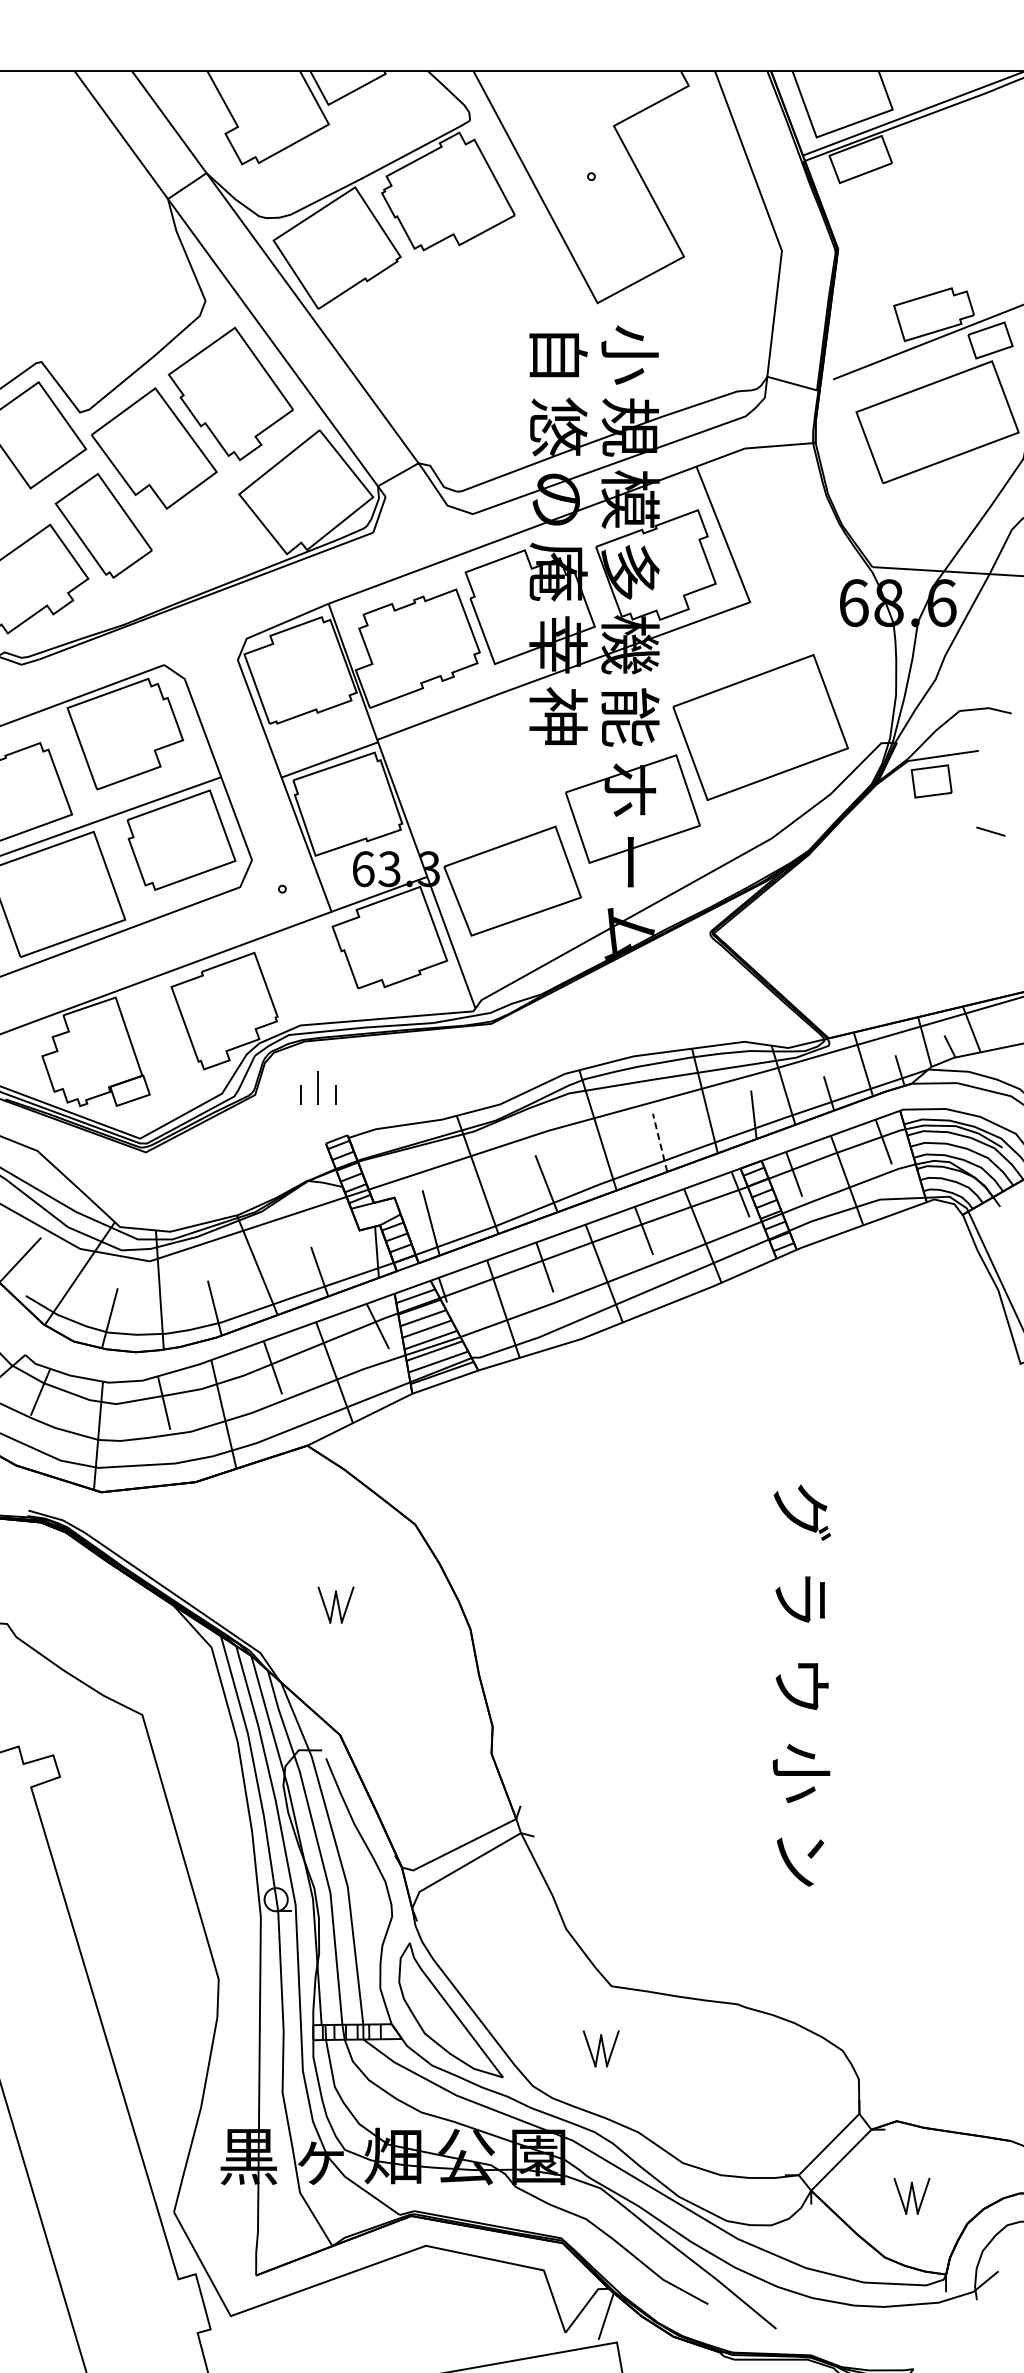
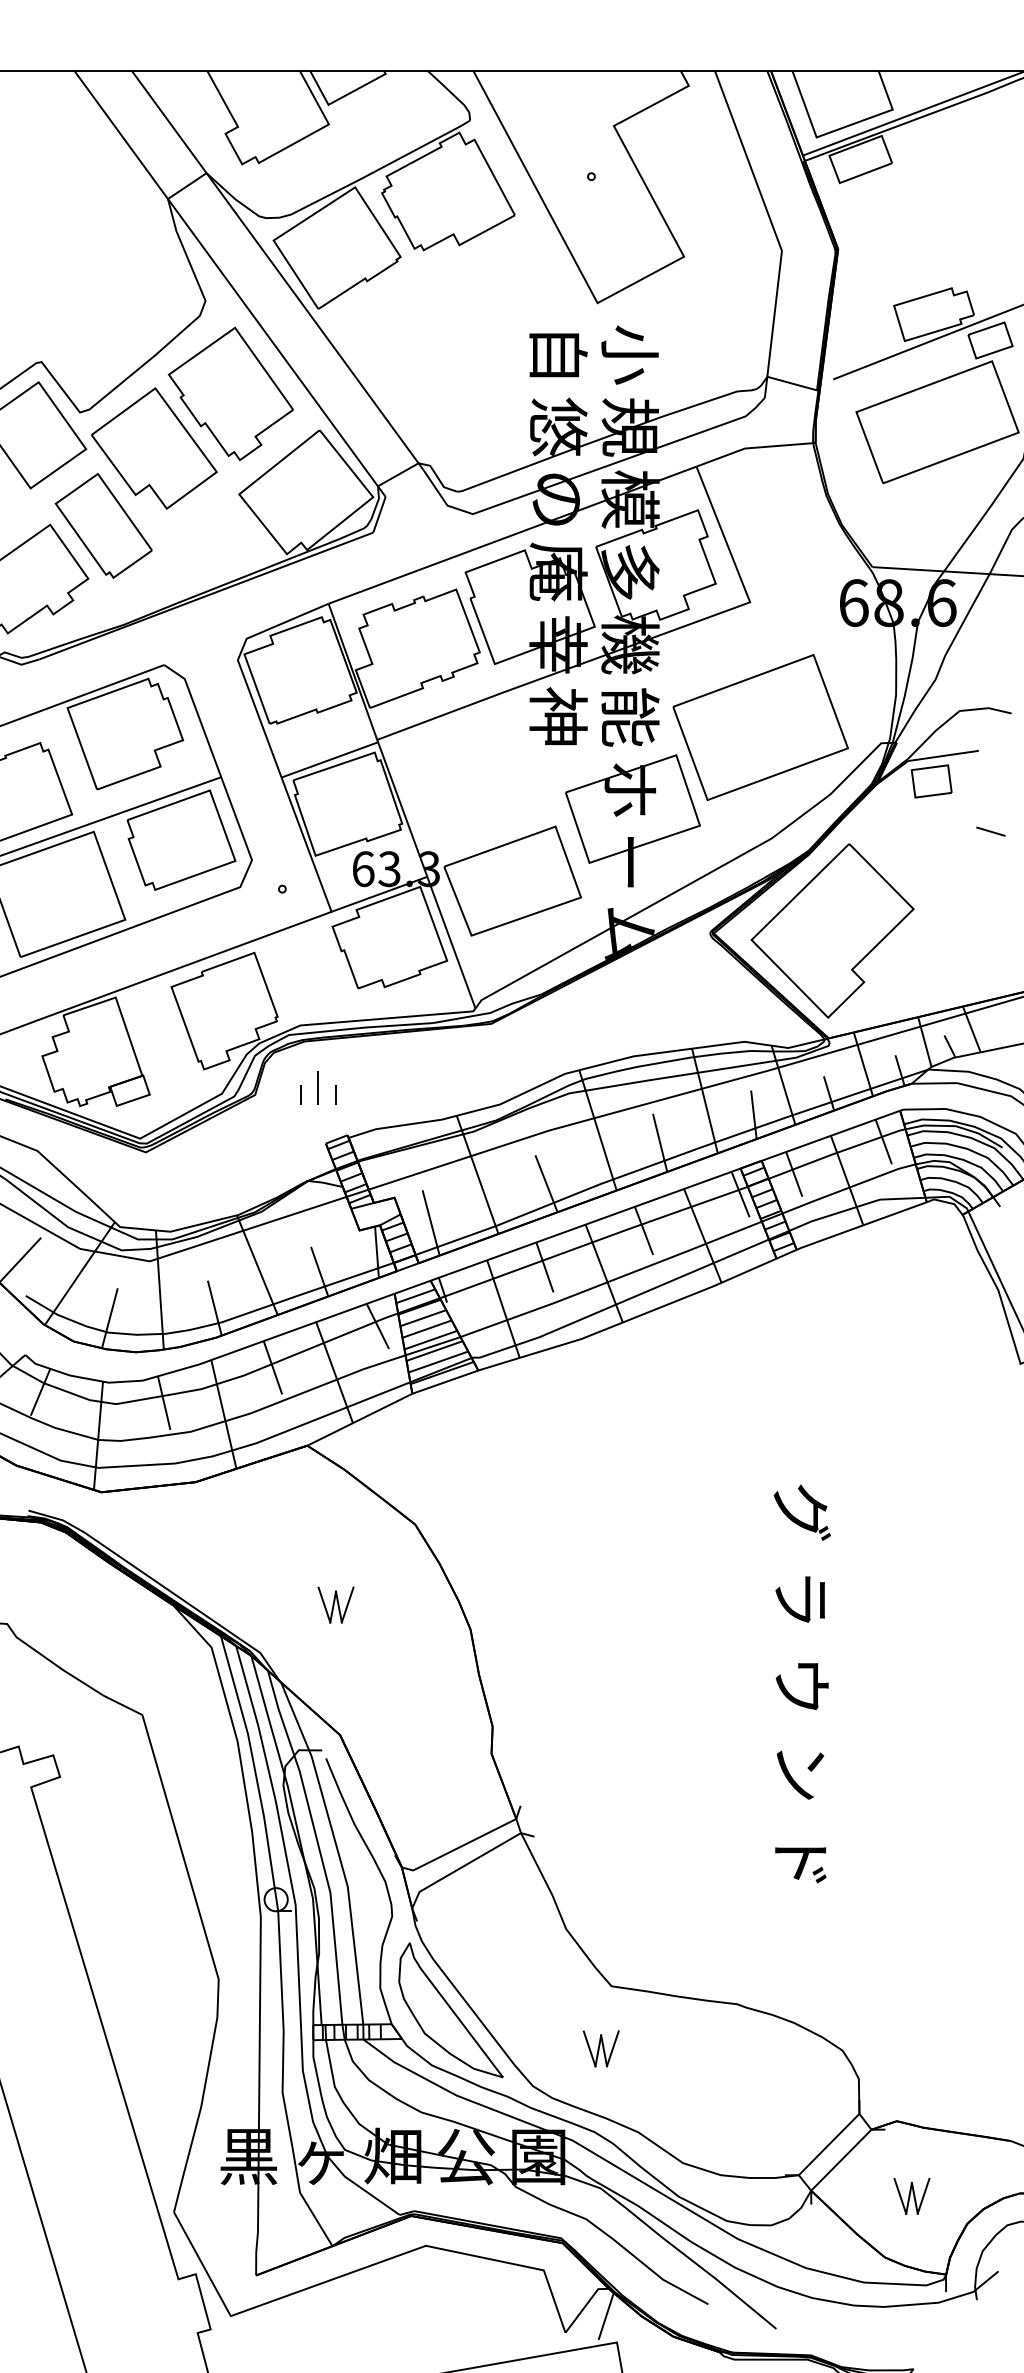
part at (832, 930): none -> present
line at (660, 1142): dashed -> solid
text at (801, 1772): 小 -> ン
text at (800, 1861): ン -> ド
